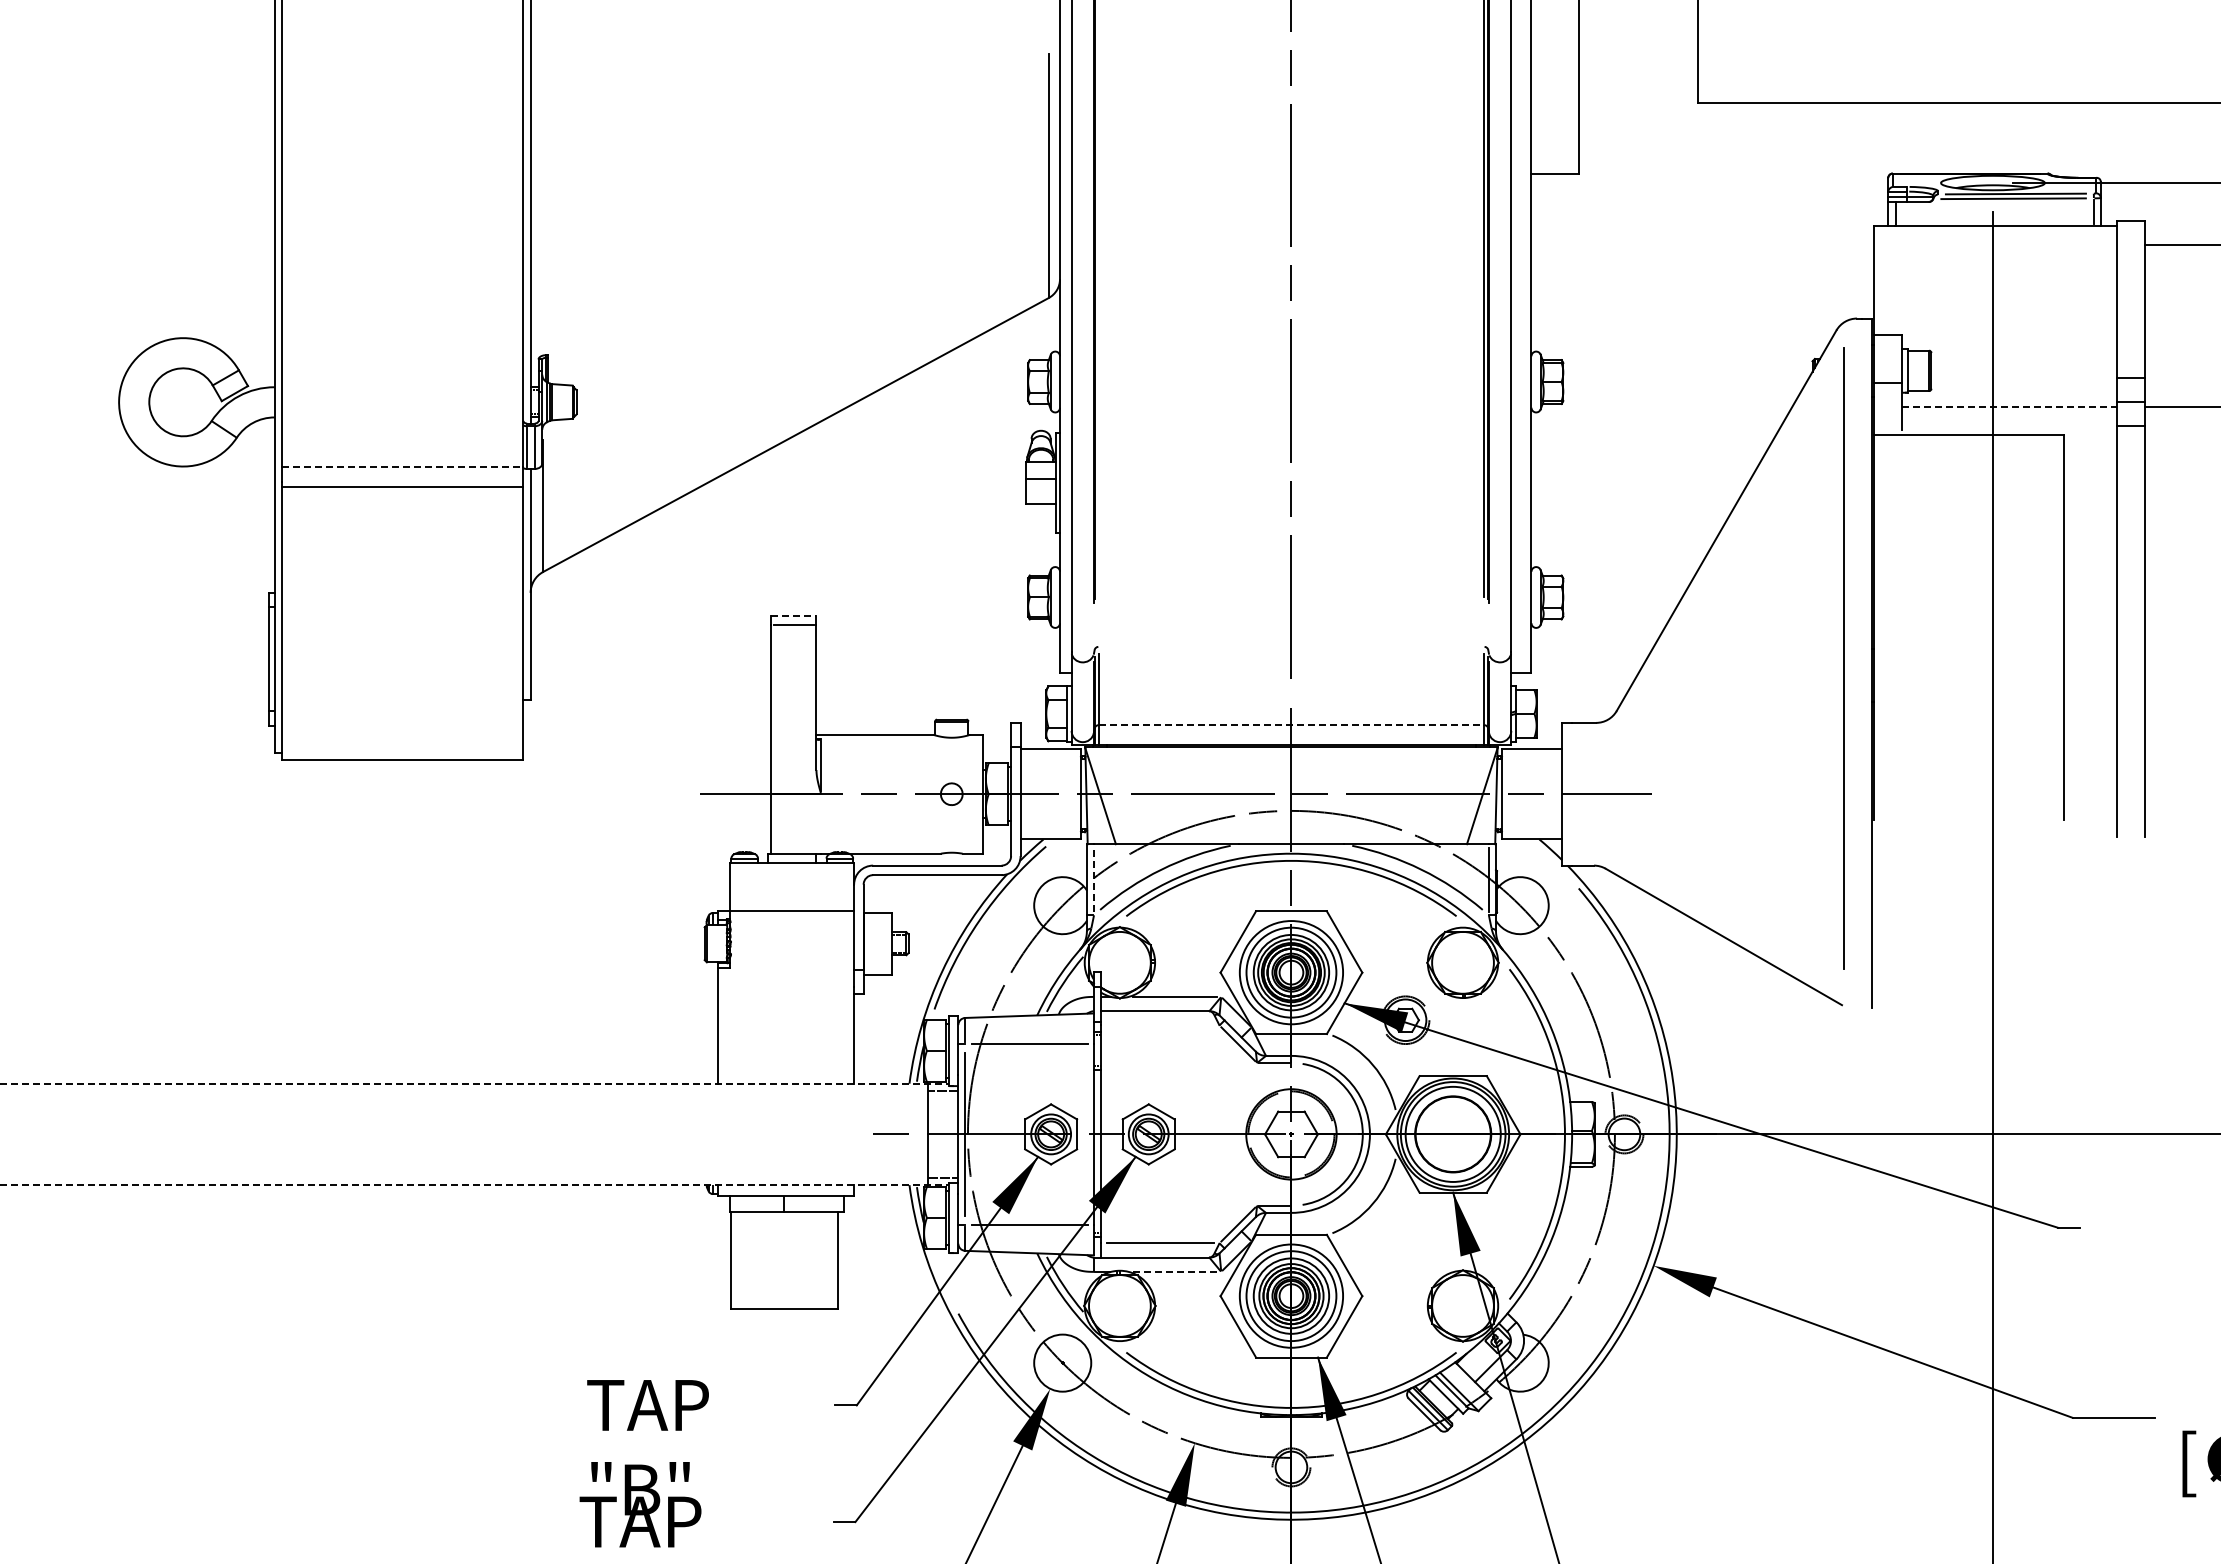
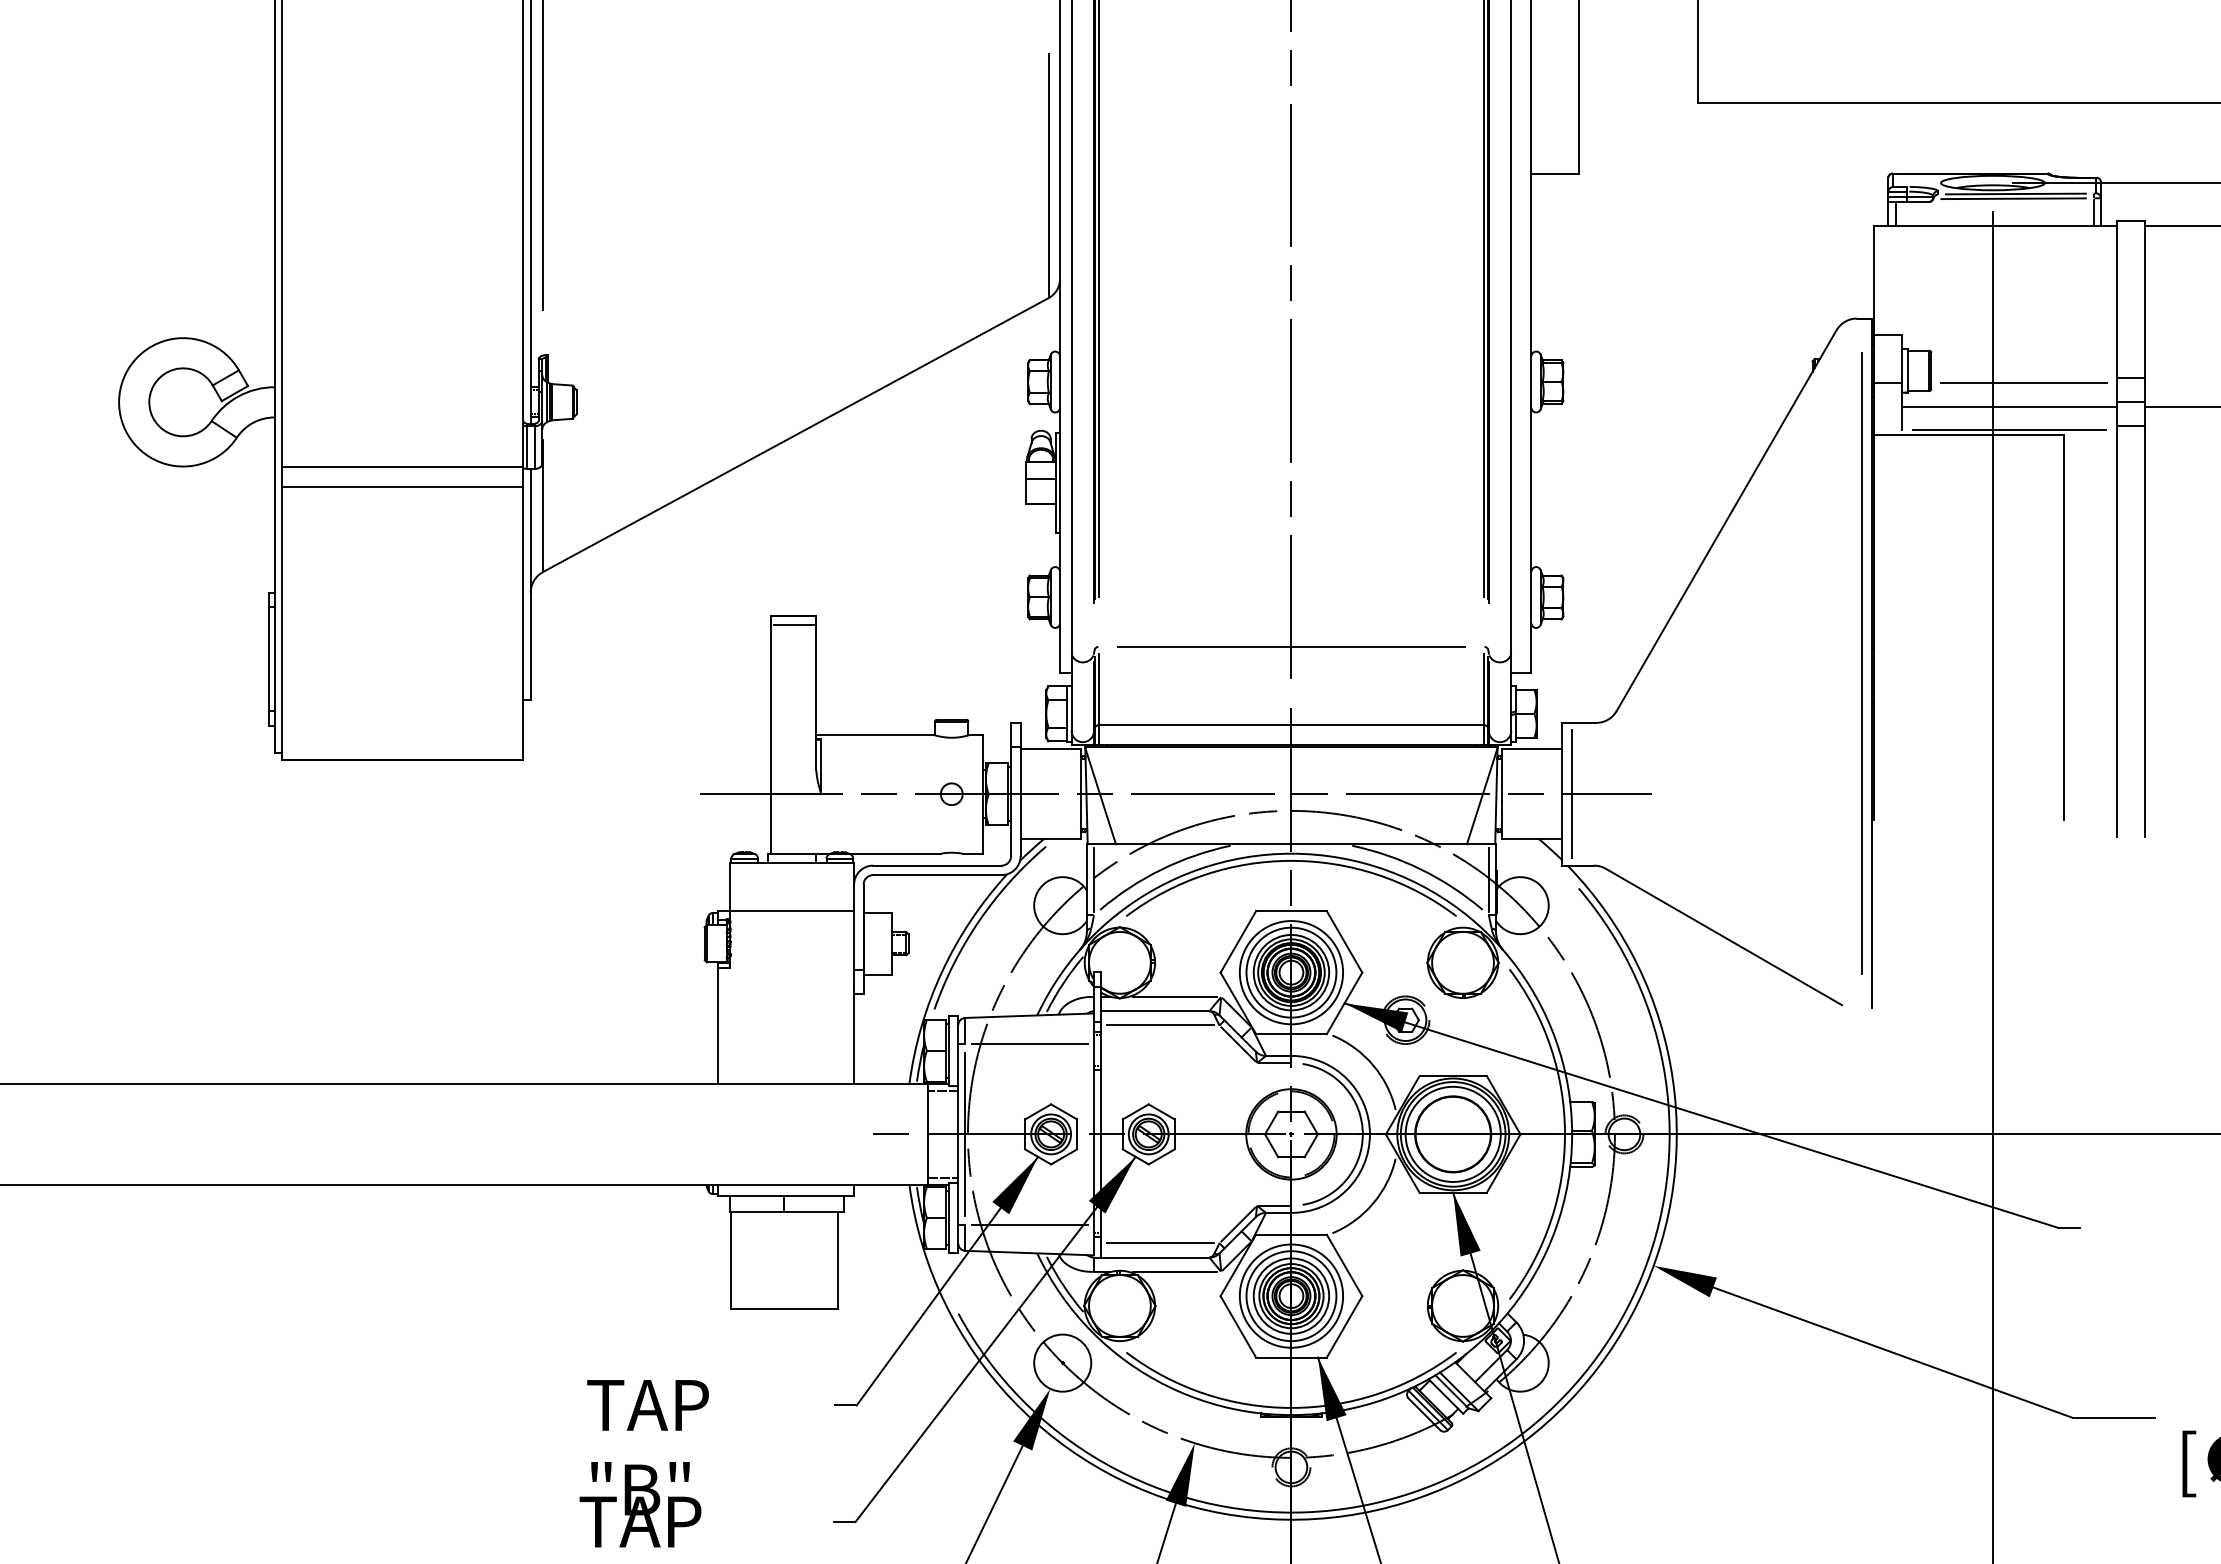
line at (543, 156): none -> present
line at (2181, 244) position: (2181, 244) -> (2181, 225)
line at (1098, 299): none -> present
line at (2023, 382): none -> present
line at (2009, 406): dashed -> solid
line at (2009, 430): none -> present
line at (402, 466): dashed -> solid
line at (793, 615): dashed -> solid
line at (1291, 646): none -> present
line at (1843, 658) position: (1843, 658) -> (1861, 663)
line at (1291, 725): dashed -> solid
line at (1572, 794): none -> present
line at (1094, 879): dashed -> solid
line at (1160, 1025): none -> present
line at (475, 1083): dashed -> solid
line at (475, 1185): dashed -> solid
line at (1175, 1271): dashed -> solid
